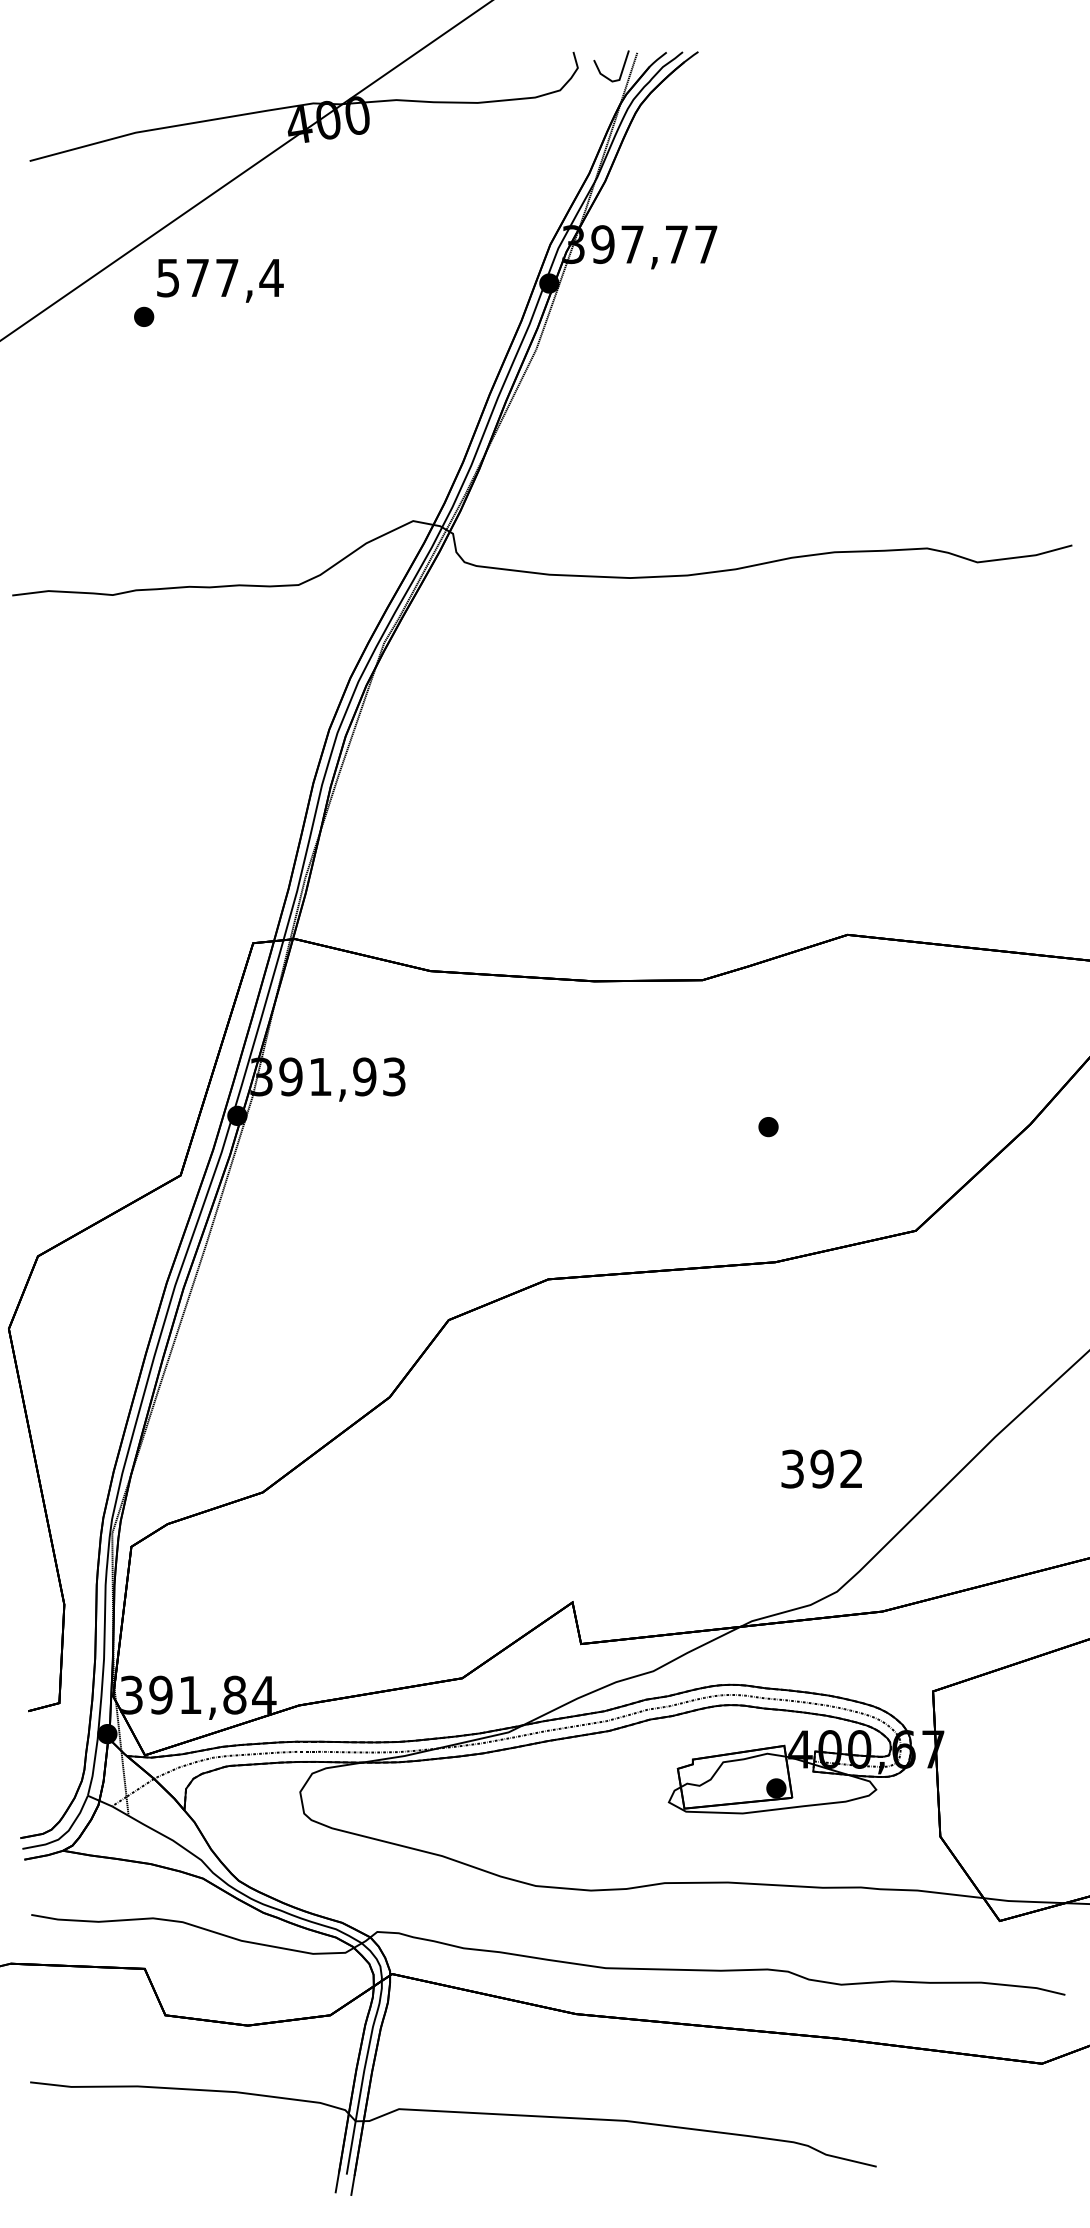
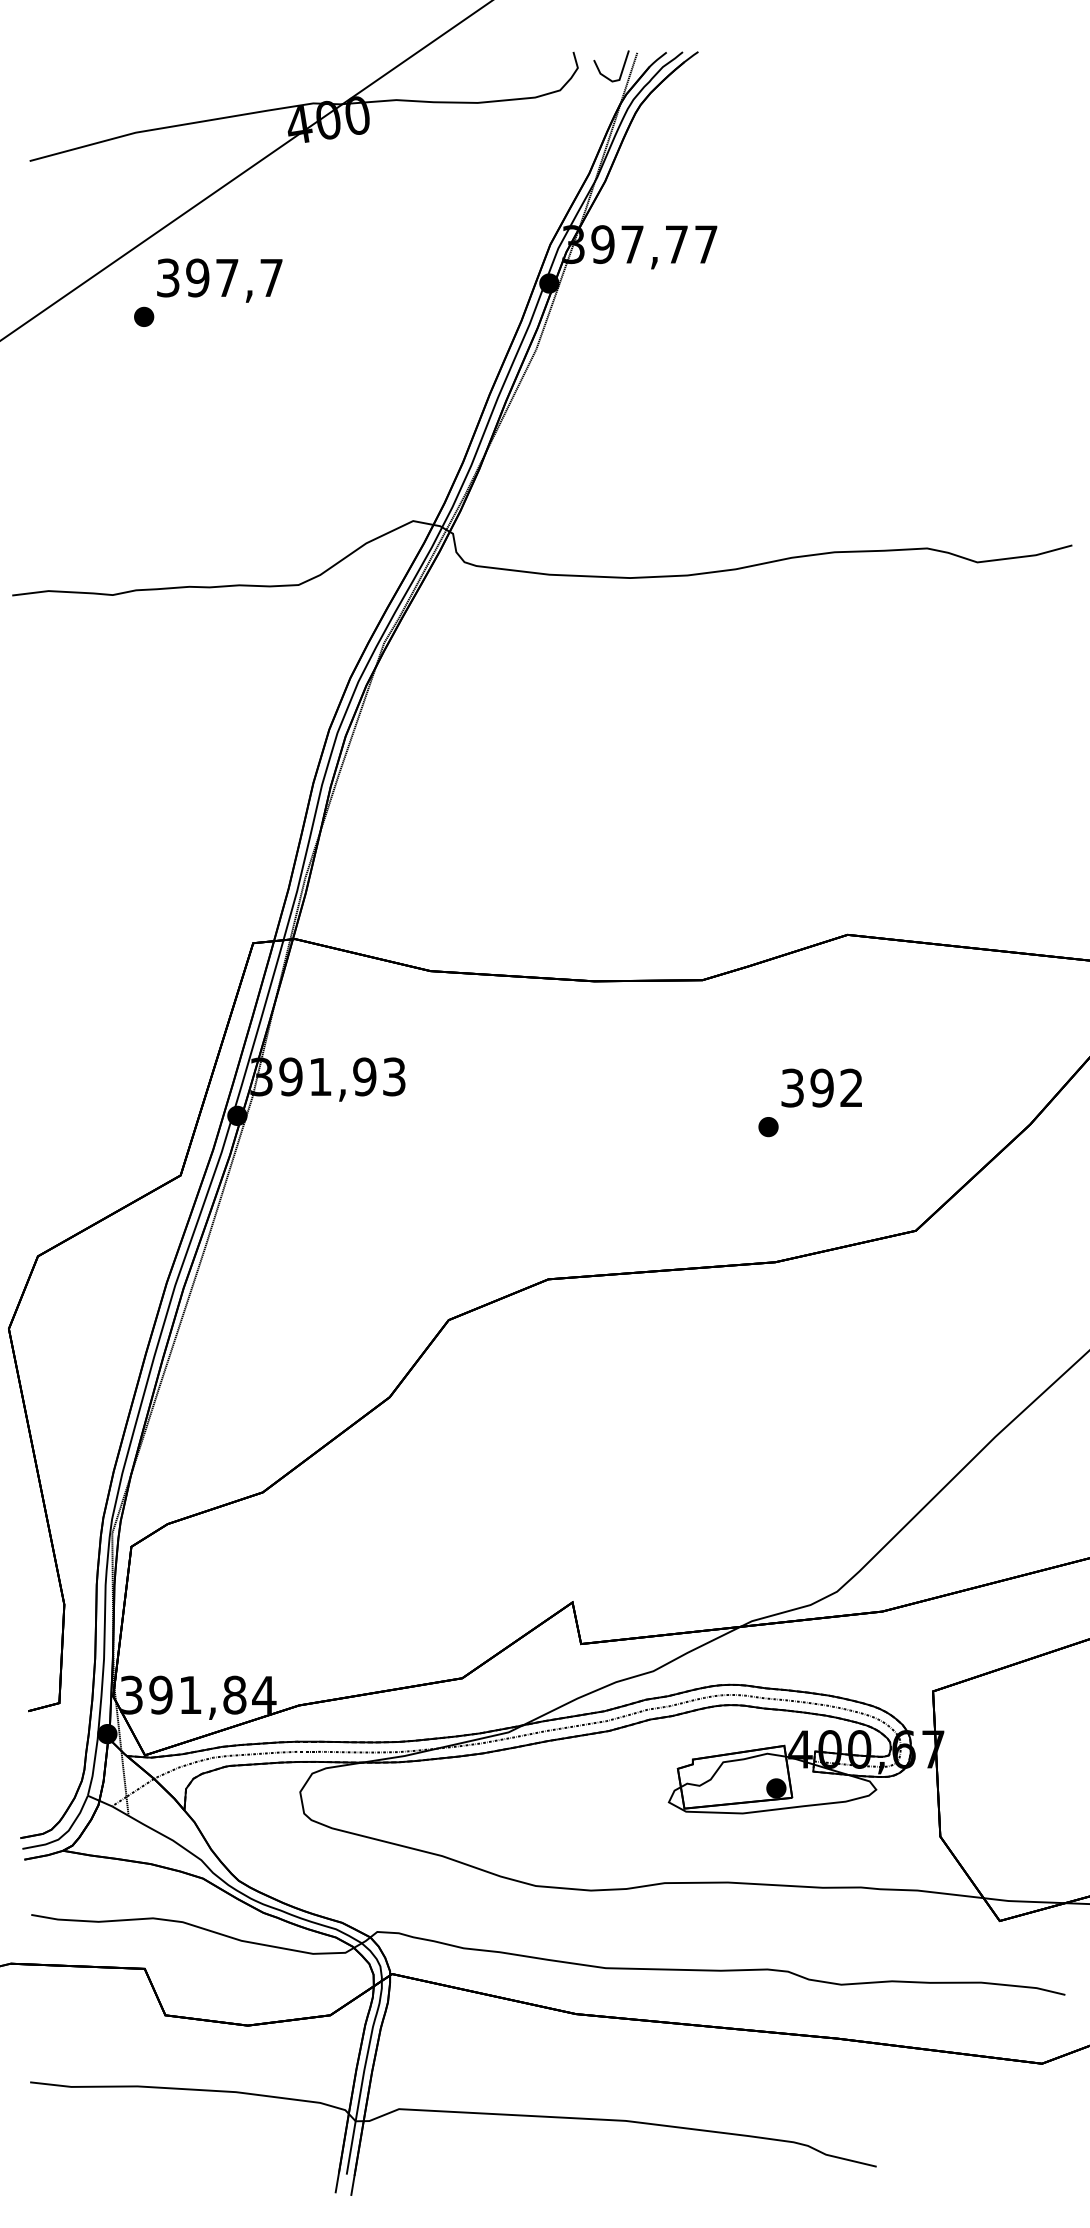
text at (220, 277): 577,4 -> 397,7
text at (821, 1468) position: (821, 1468) -> (821, 1087)
